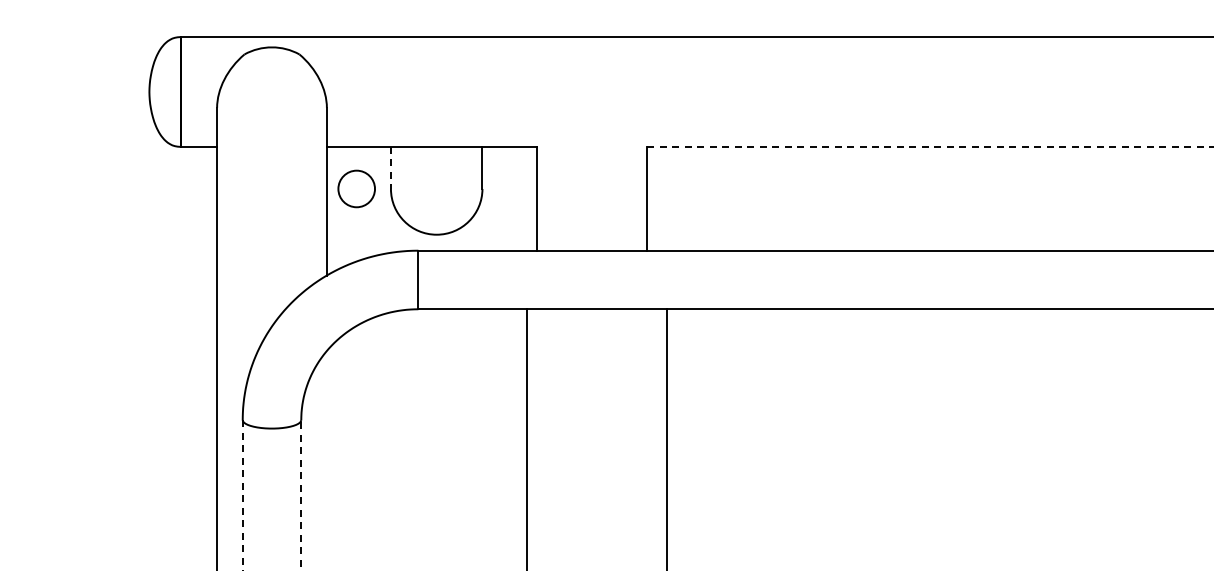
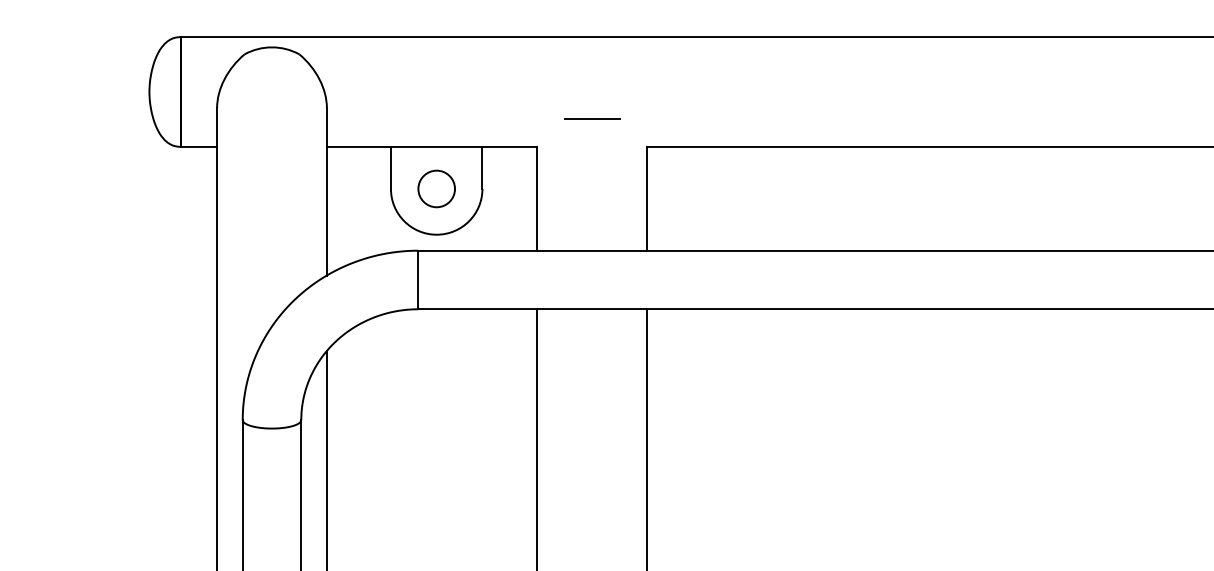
line at (591, 118): none -> present
line at (930, 146): dashed -> solid
line at (390, 168): dashed -> solid
circle at (356, 188) position: (356, 188) -> (436, 188)
line at (527, 438) position: (527, 438) -> (537, 438)
line at (667, 438) position: (667, 438) -> (647, 438)
line at (326, 458): none -> present
line at (242, 495): dashed -> solid
line at (301, 495): dashed -> solid
